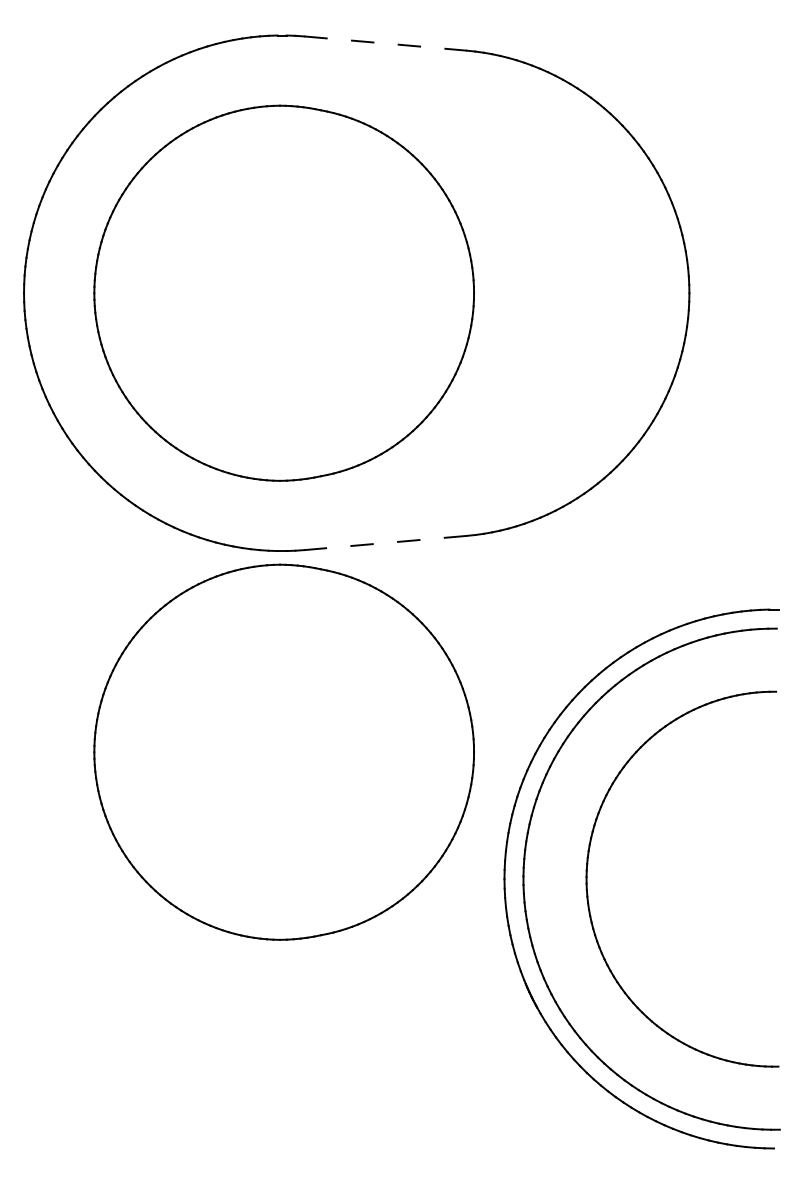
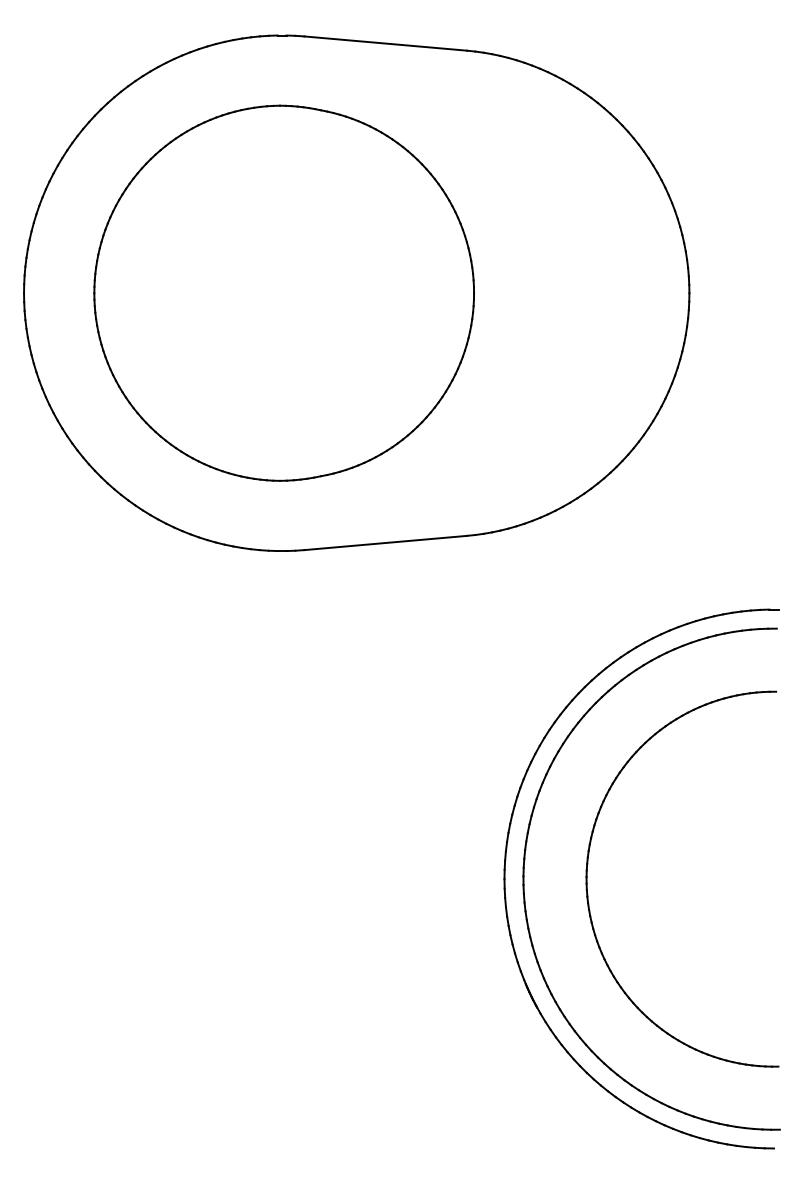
line at (385, 43): dashed -> solid
line at (385, 542): dashed -> solid
part at (283, 751): present -> none
